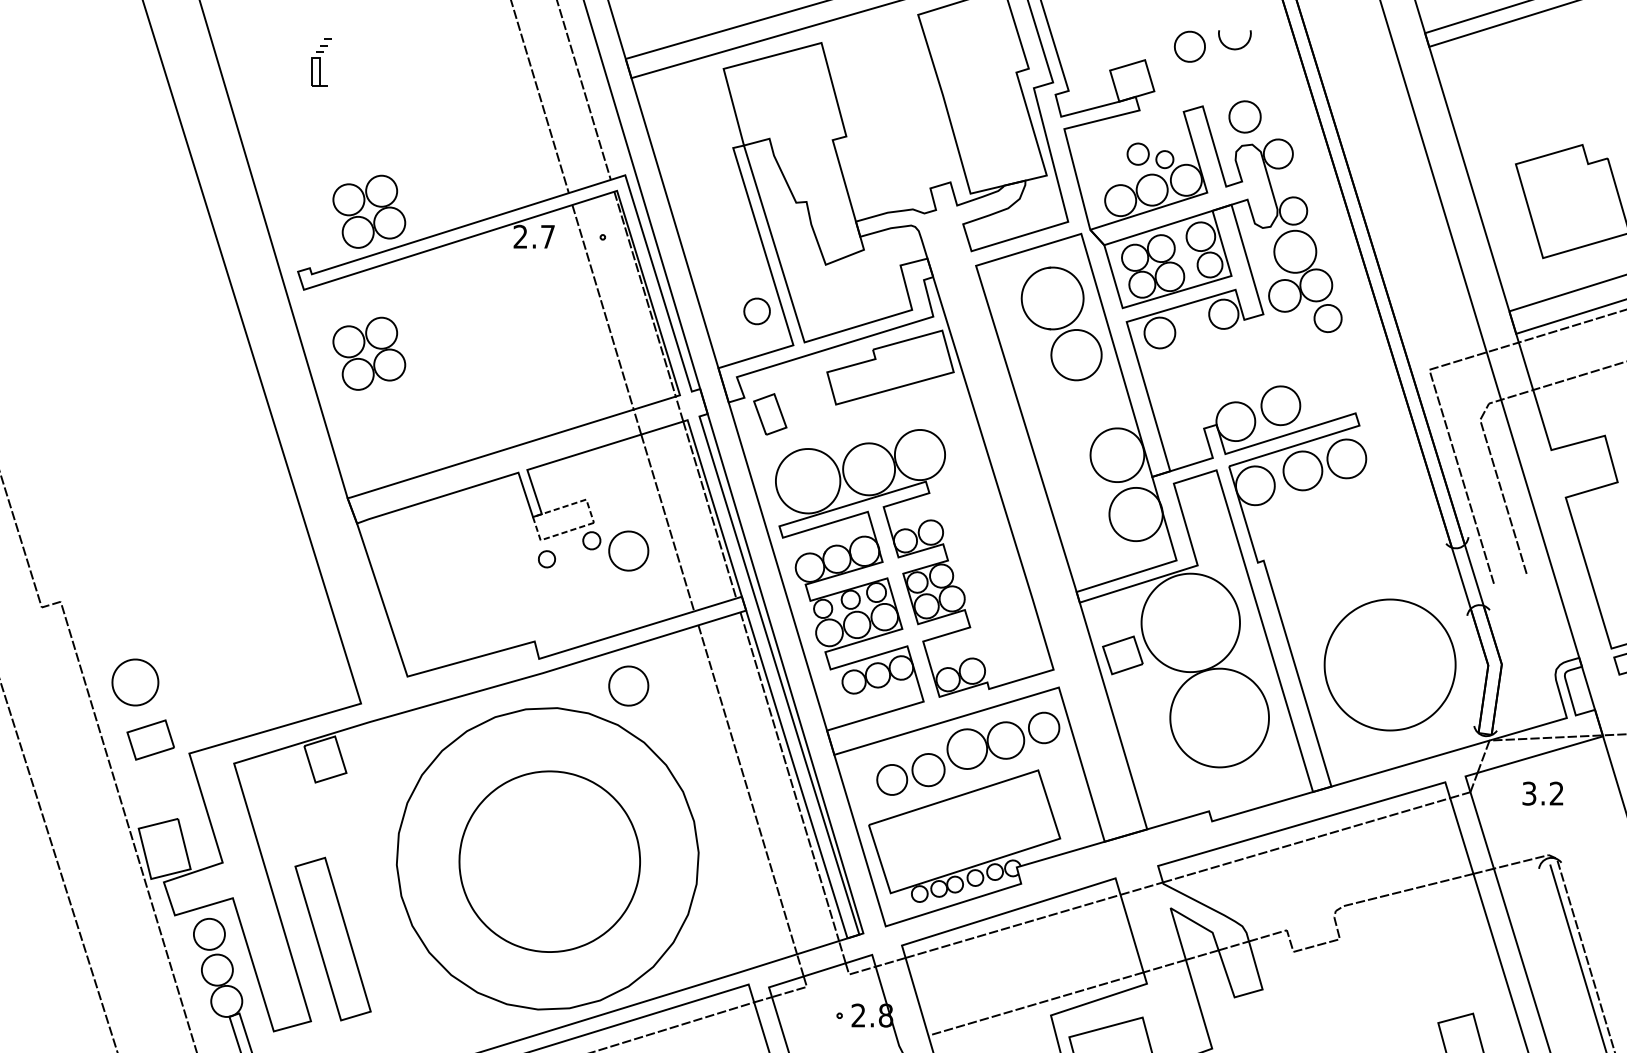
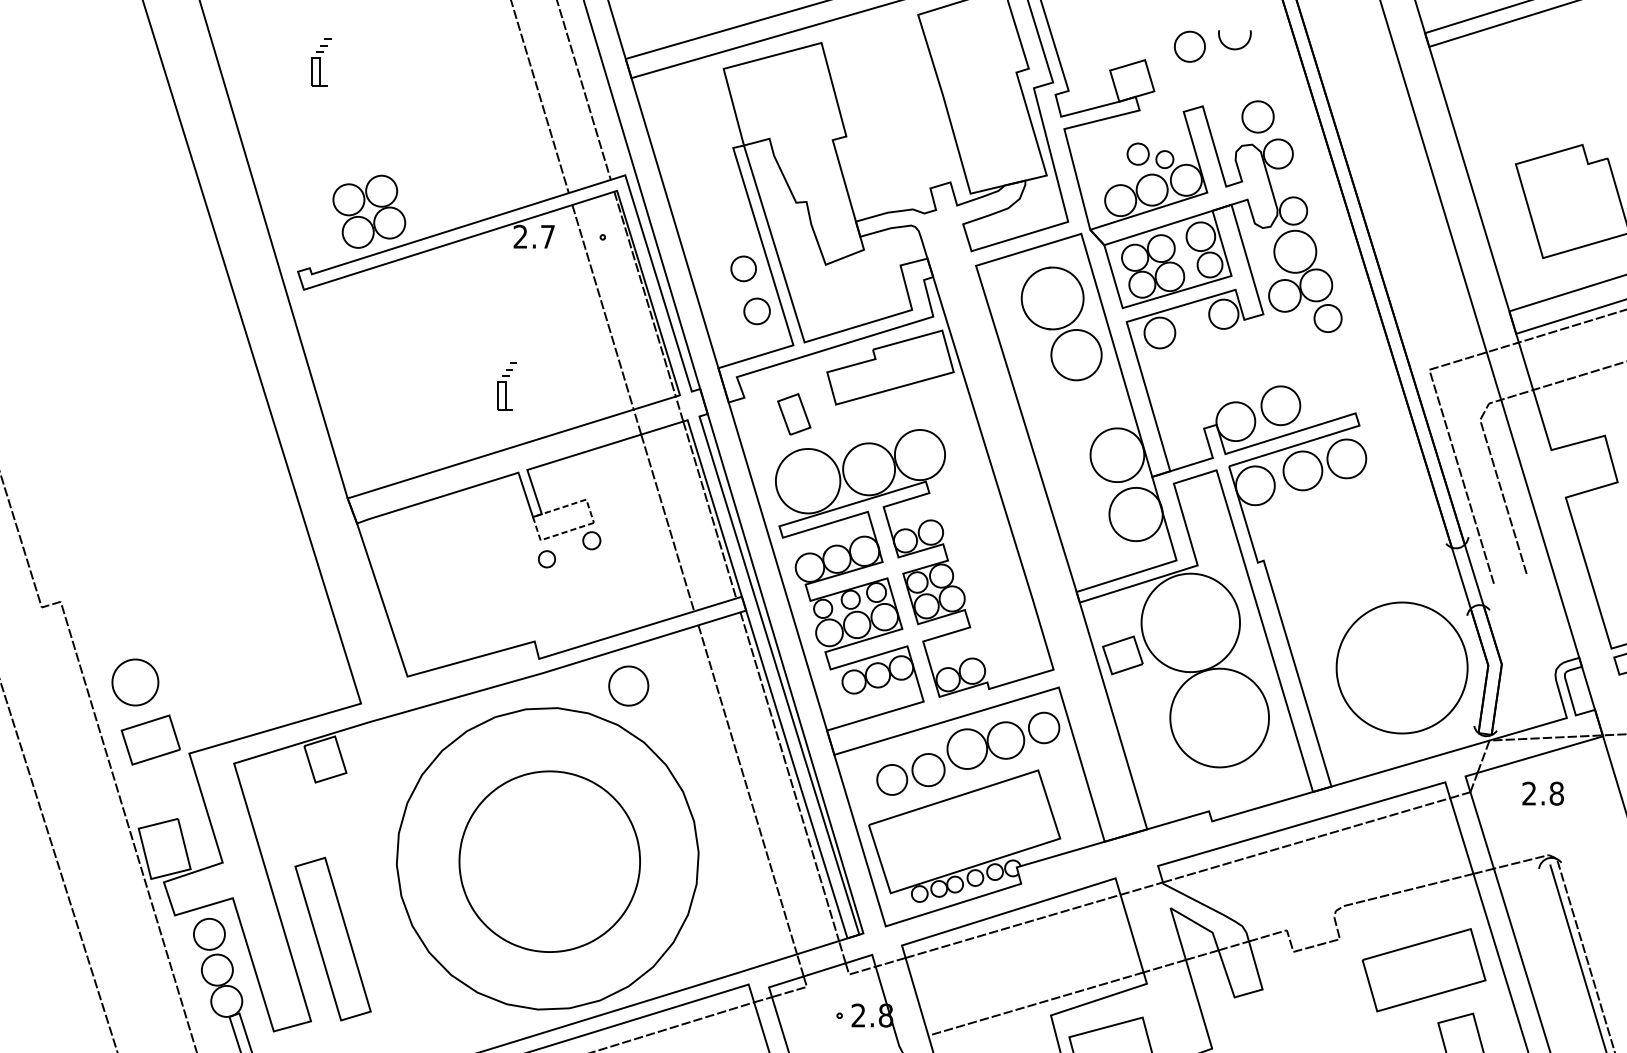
part at (1244, 116) position: (1244, 116) -> (1257, 116)
part at (743, 268): none -> present
part at (369, 353): present -> none
part at (506, 386): none -> present
part at (770, 414) position: (770, 414) -> (794, 414)
part at (628, 550): present -> none
part at (1389, 664) position: (1389, 664) -> (1401, 667)
part at (150, 739) size: 49x42 px -> 61x52 px
text at (1542, 793): 3.2 -> 2.8
part at (1423, 970): none -> present
